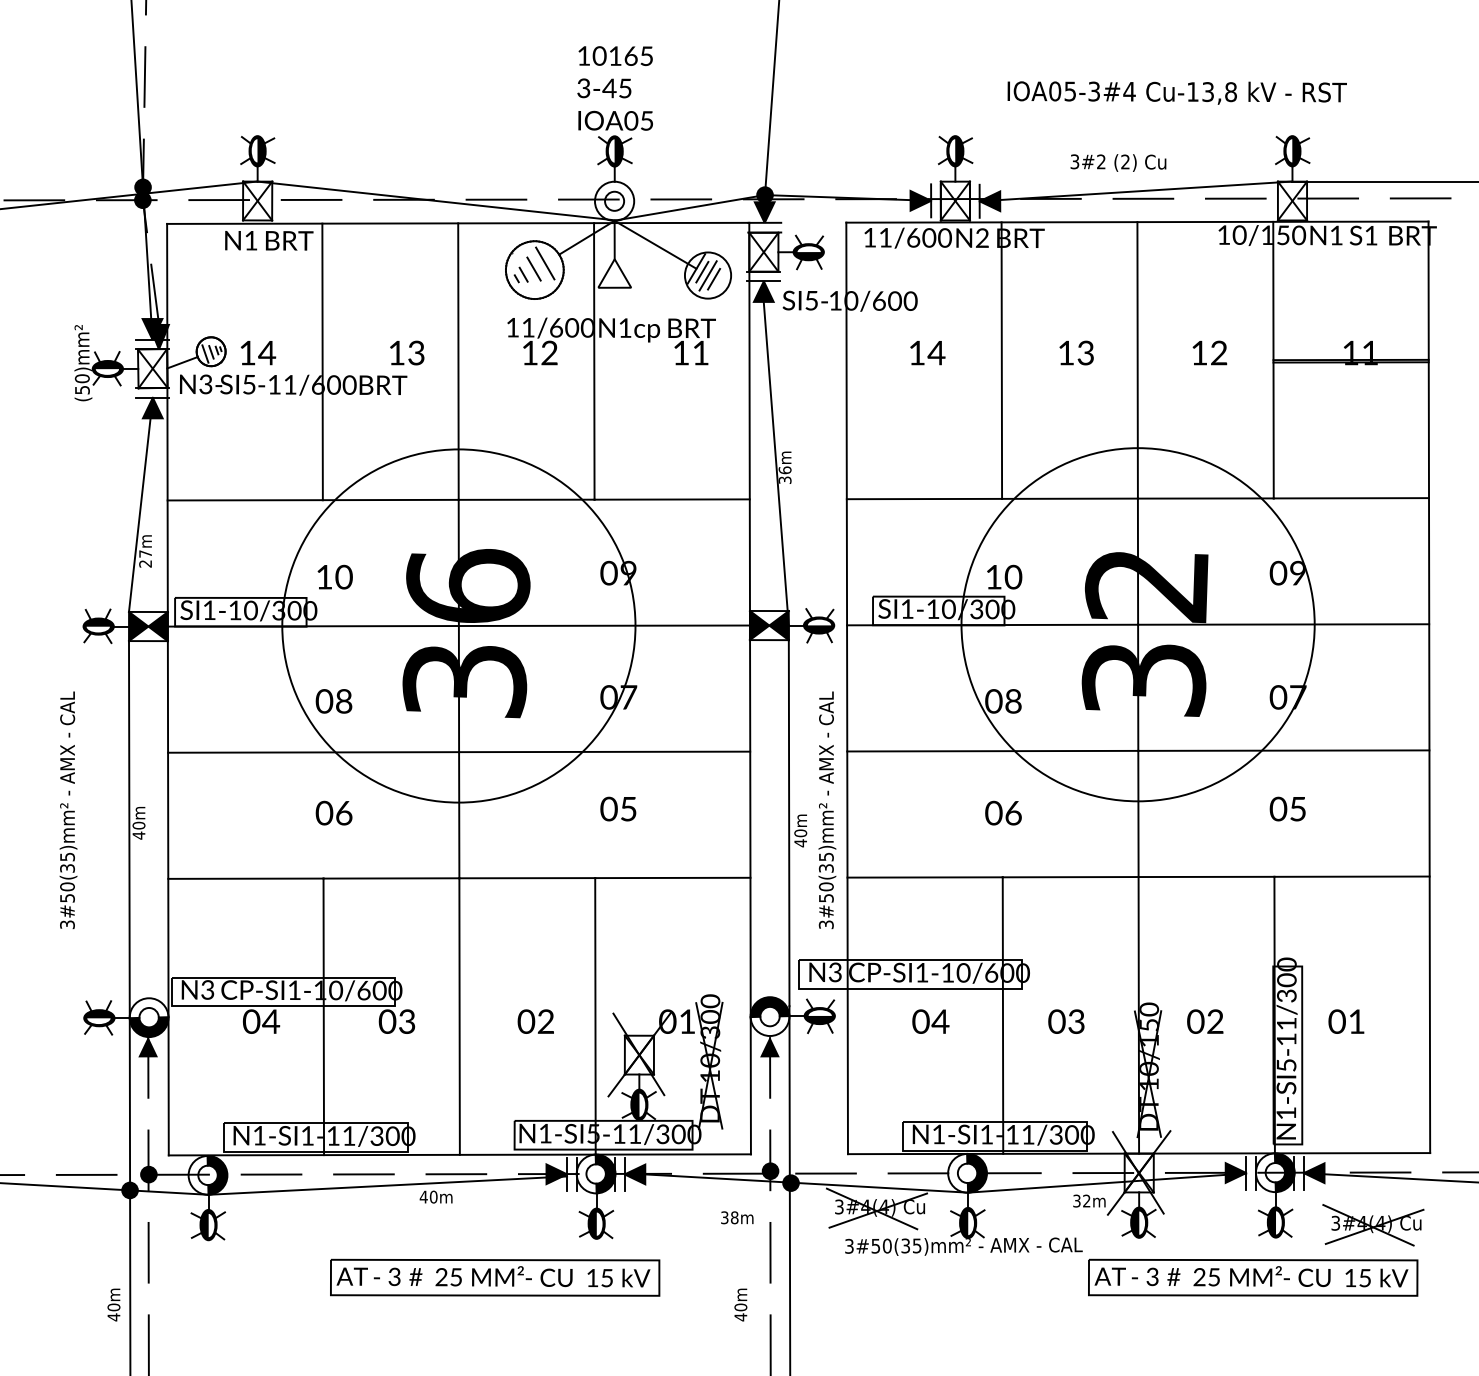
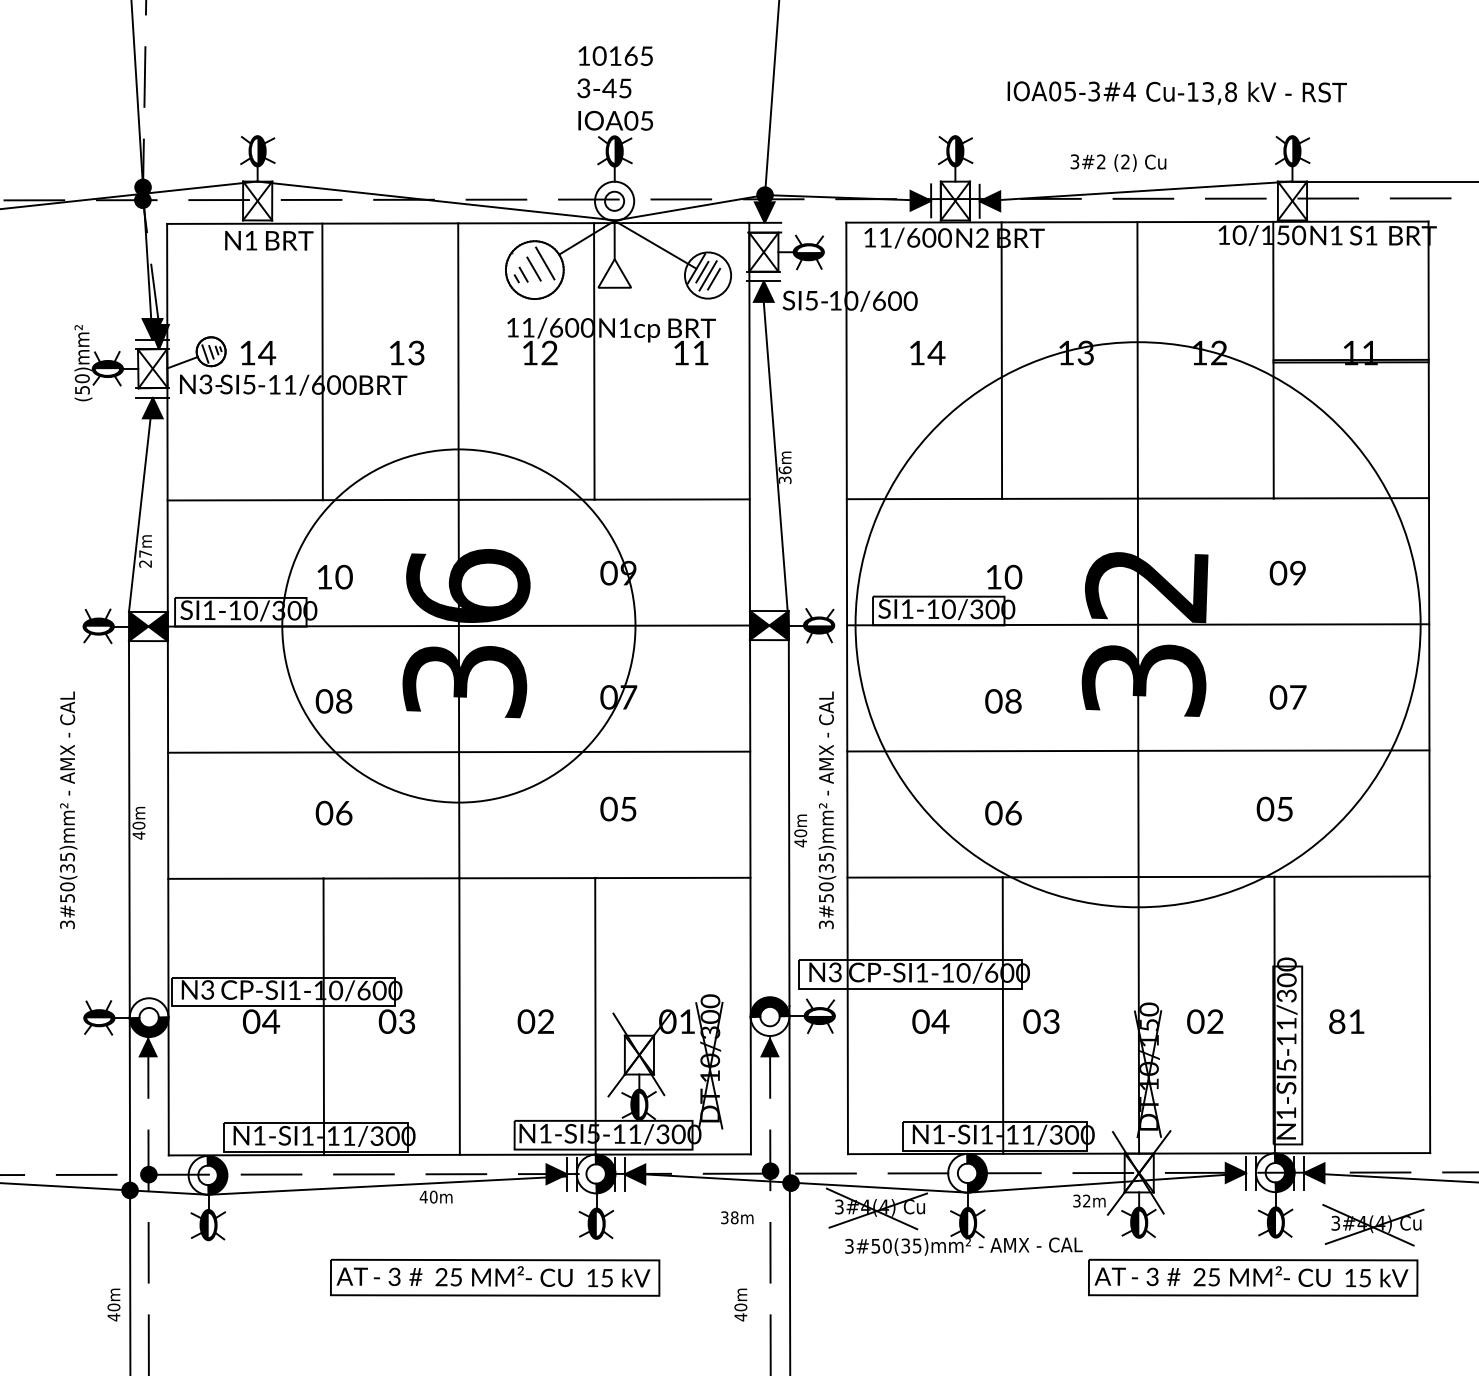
circle at (1137, 624) diameter: 353 px -> 565 px
text at (1287, 808) position: (1287, 808) -> (1274, 808)
text at (1066, 1021) position: (1066, 1021) -> (1041, 1021)
text at (1336, 1021): 01 -> 81
